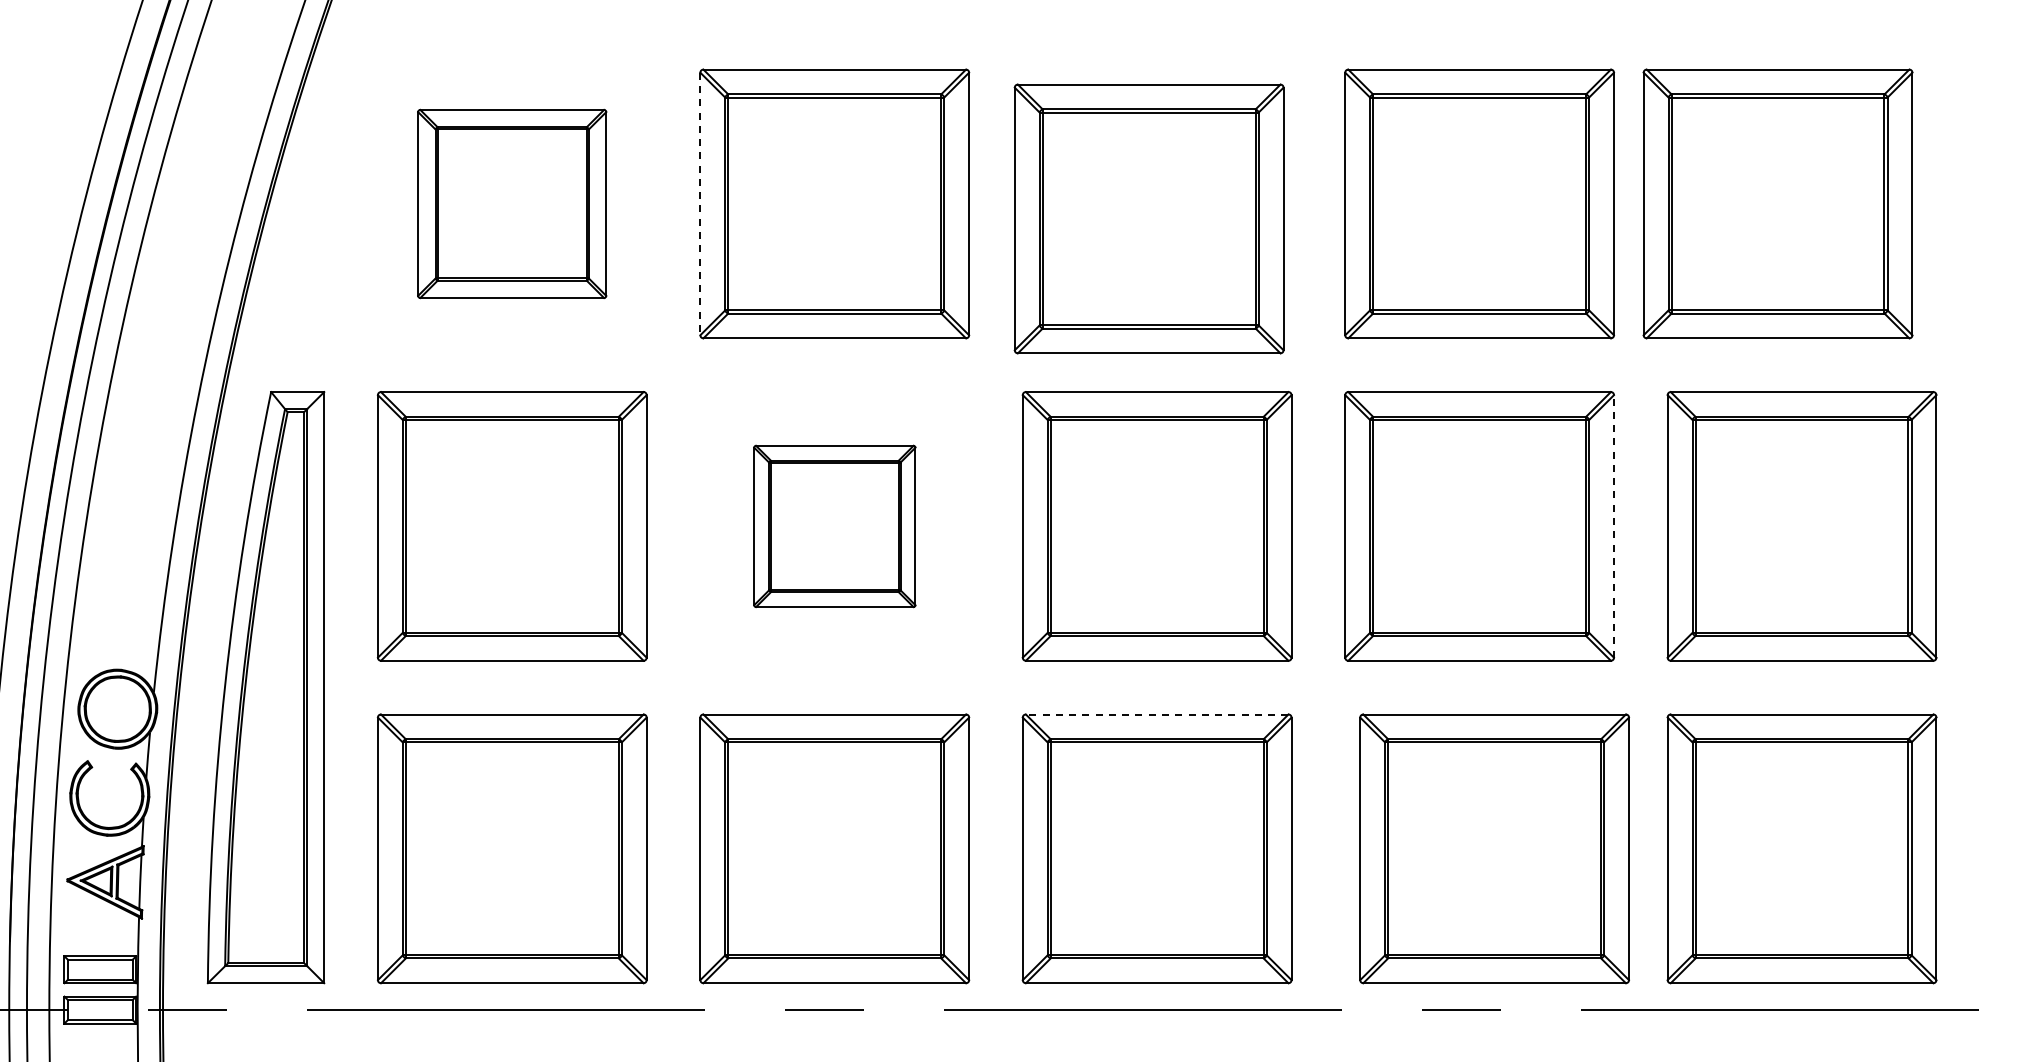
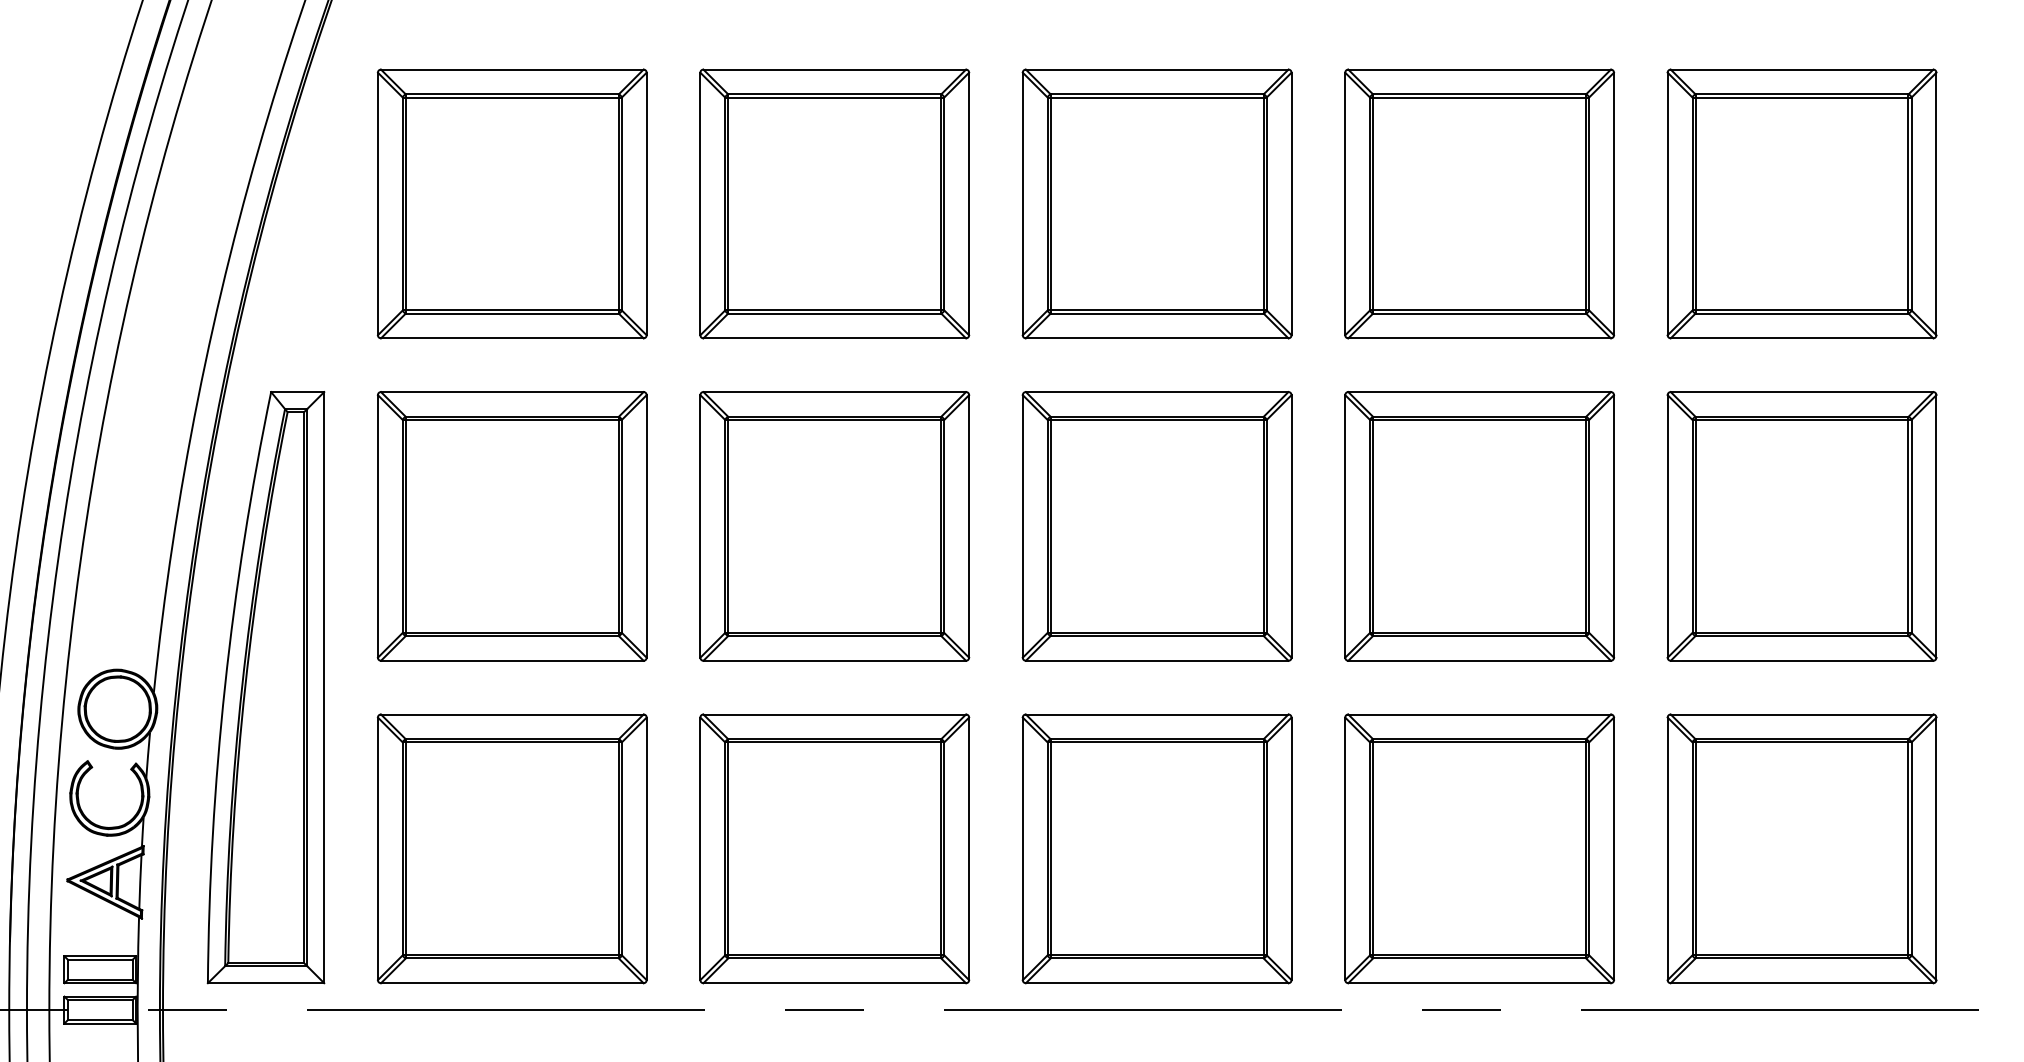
part at (512, 203) size: 191x192 px -> 272x272 px
part at (1777, 203) position: (1777, 203) -> (1801, 203)
line at (700, 204): dashed -> solid
part at (1148, 218) position: (1148, 218) -> (1156, 203)
line at (1613, 525): dashed -> solid
part at (834, 526) size: 164x165 px -> 272x271 px
line at (1156, 714): dashed -> solid
part at (1494, 848) position: (1494, 848) -> (1479, 848)
